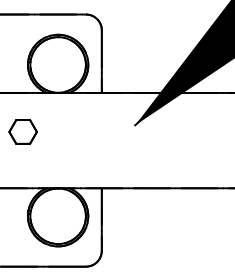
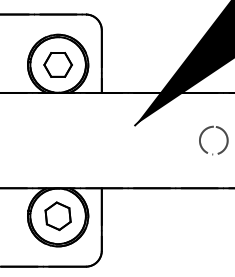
part at (22, 131) position: (22, 131) -> (57, 64)
part at (203, 133): none -> present
part at (57, 216): none -> present
